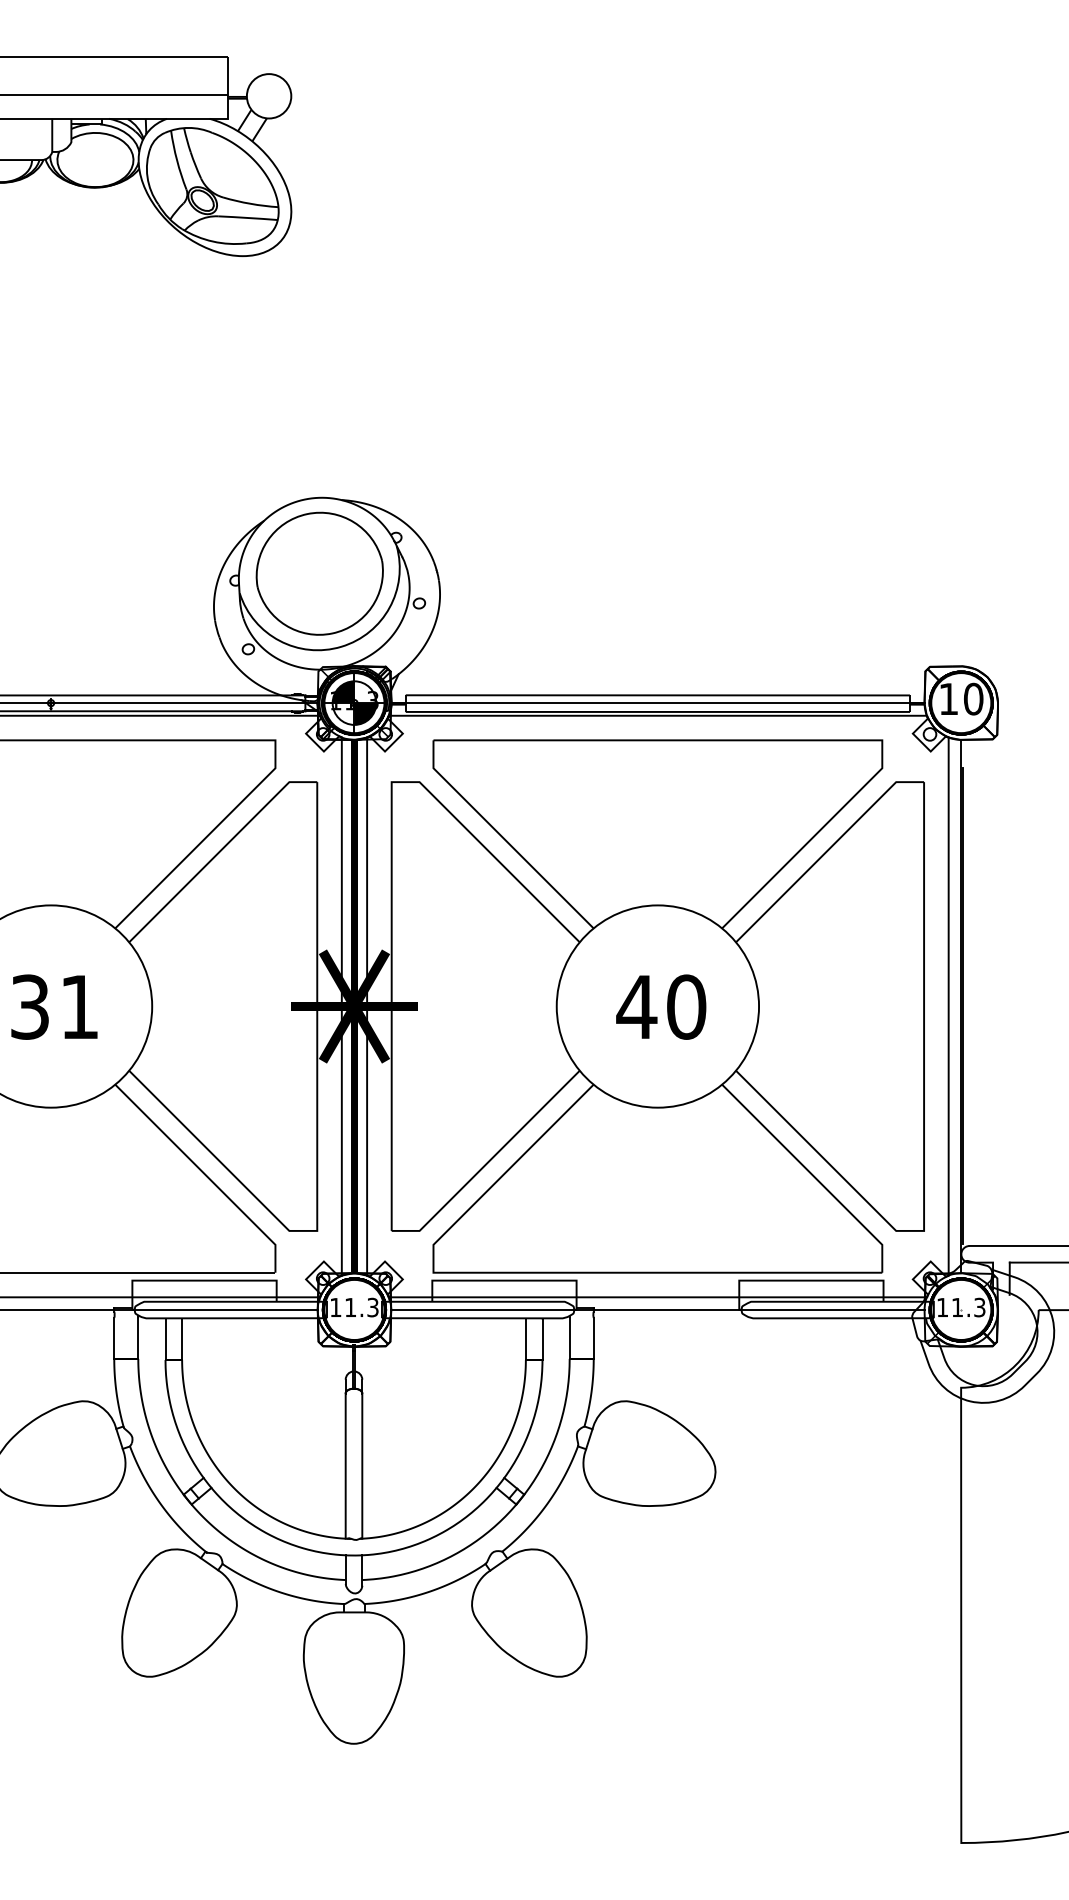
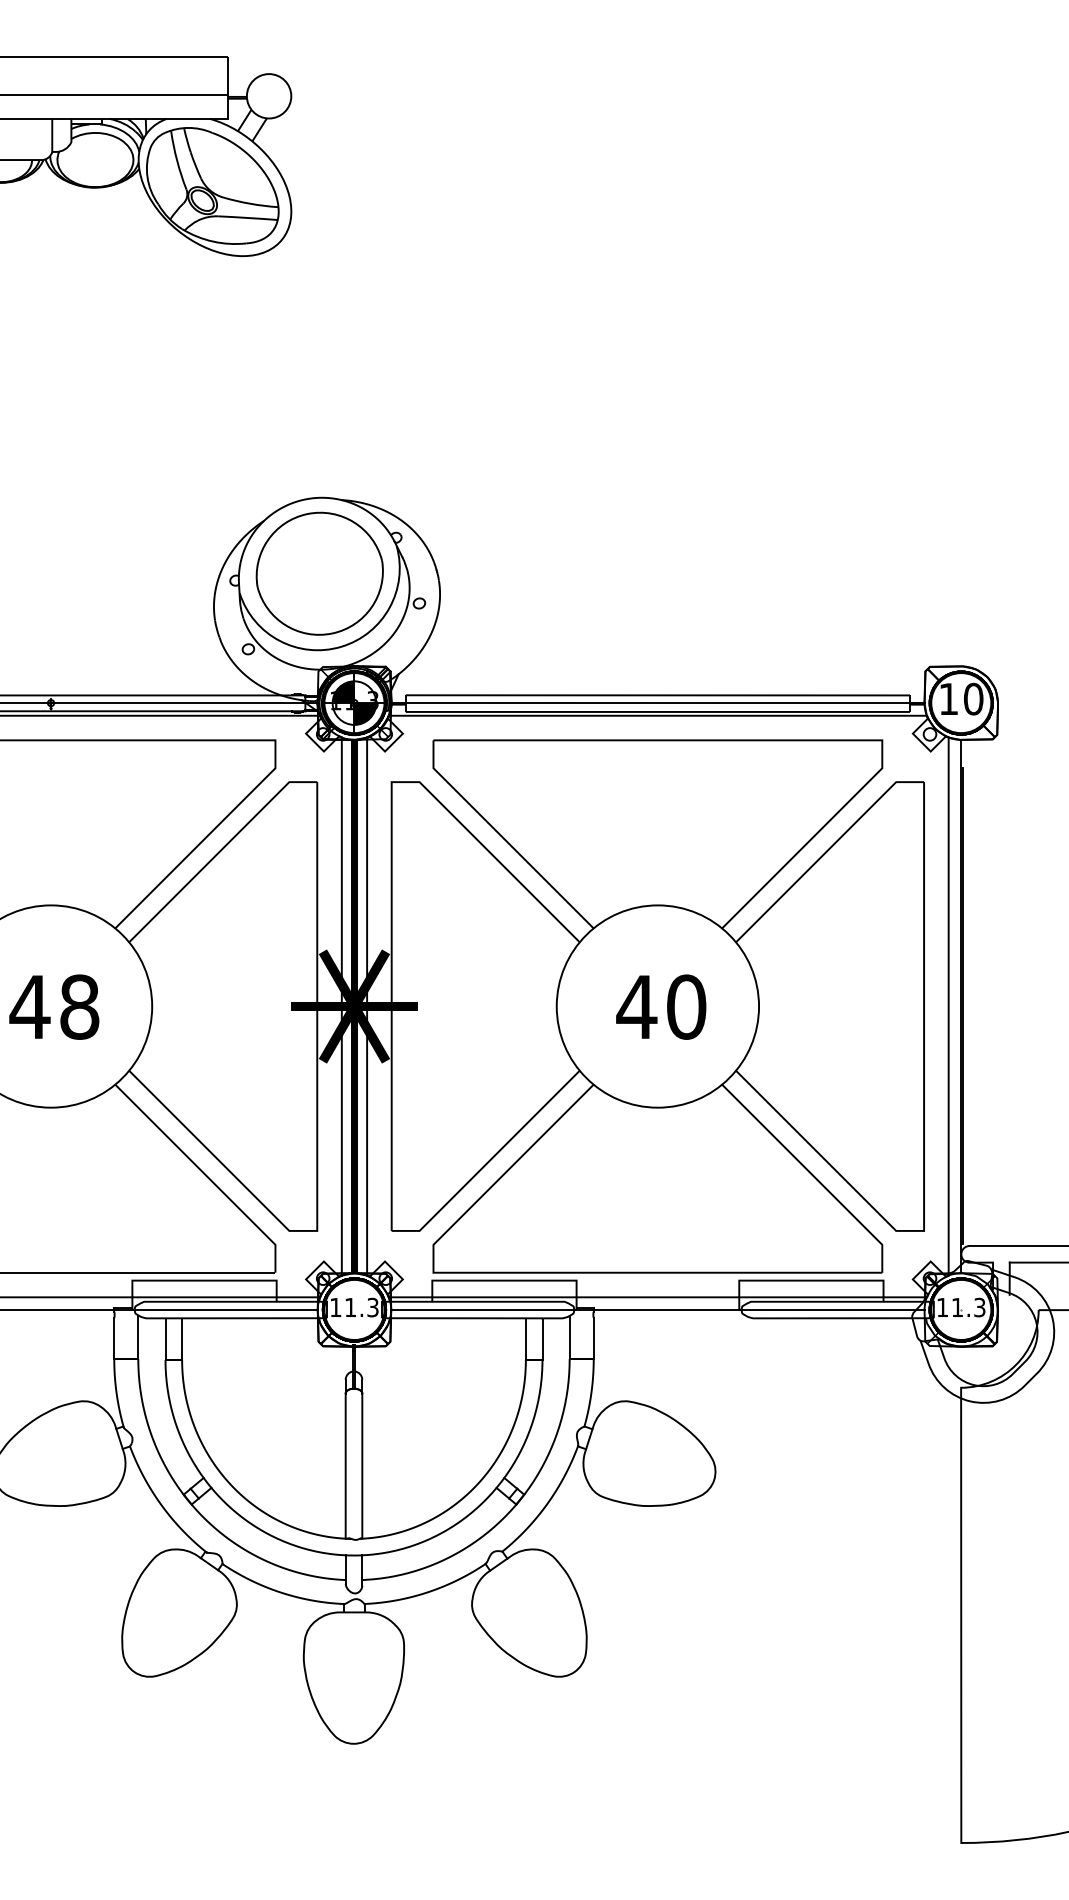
text at (54, 1006): 31 -> 48
